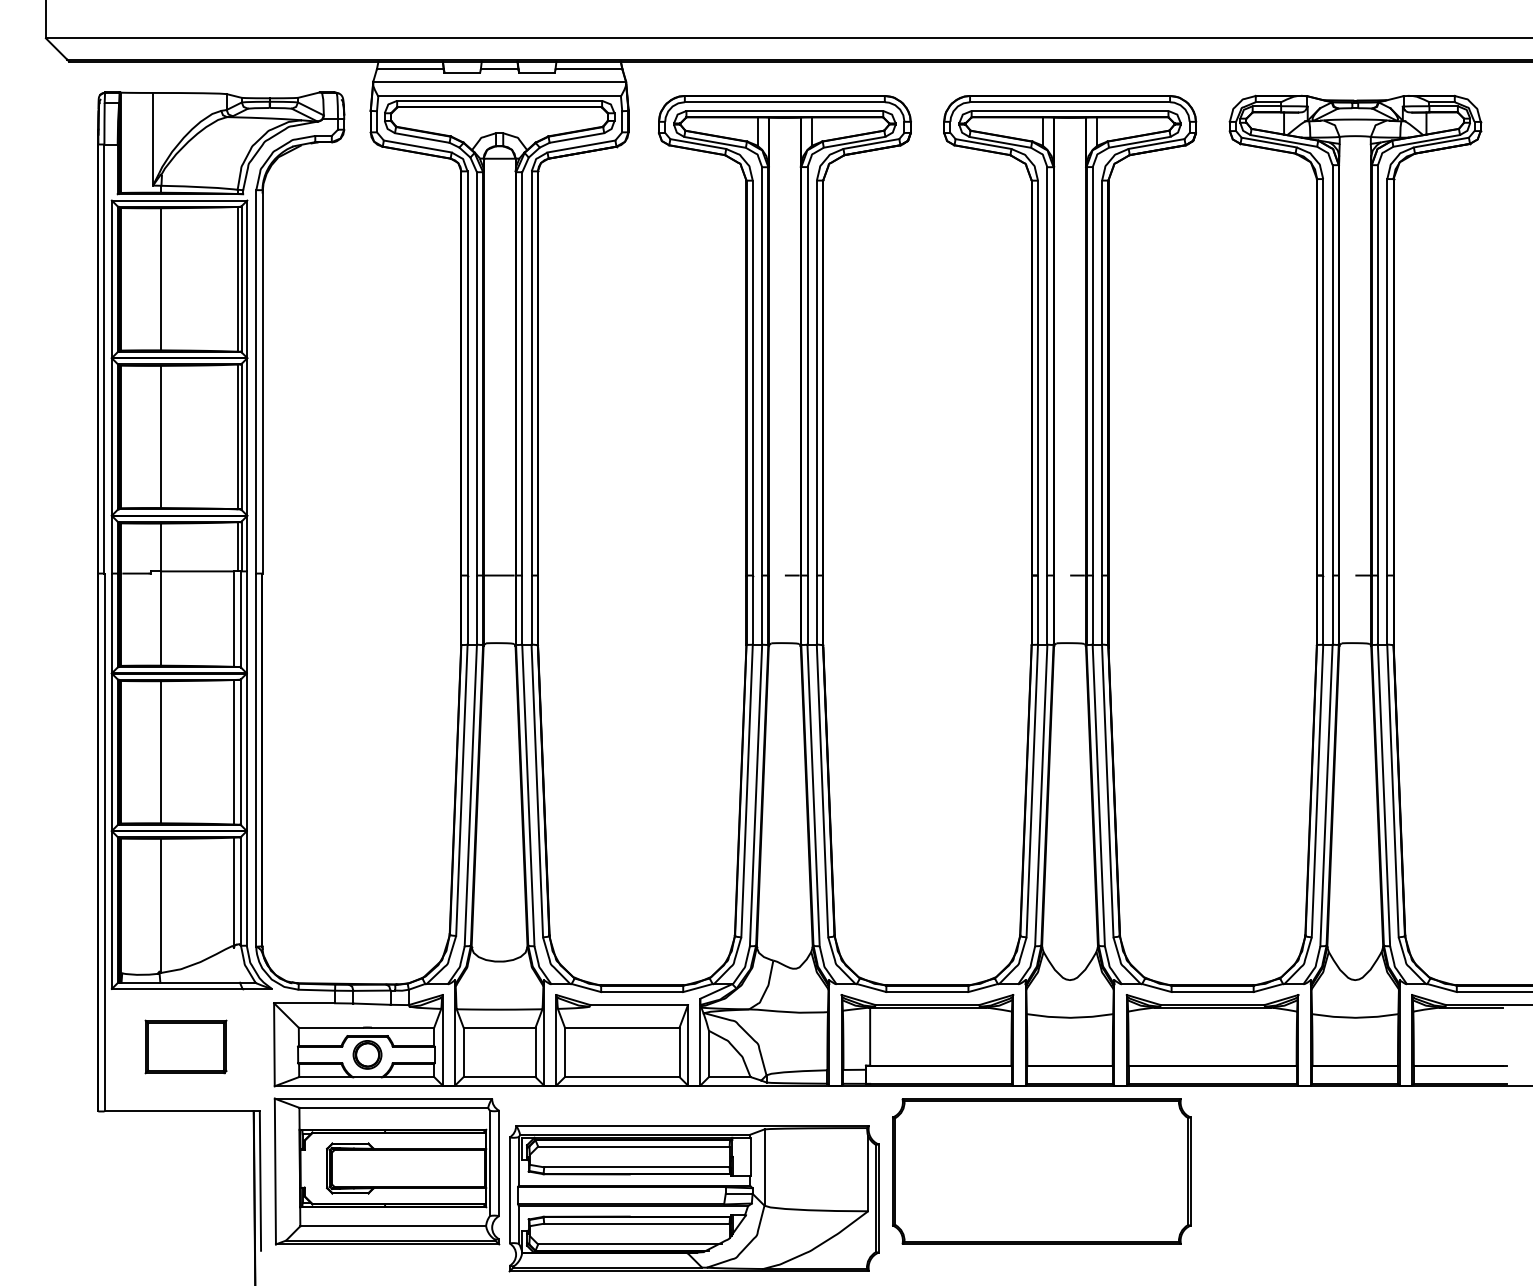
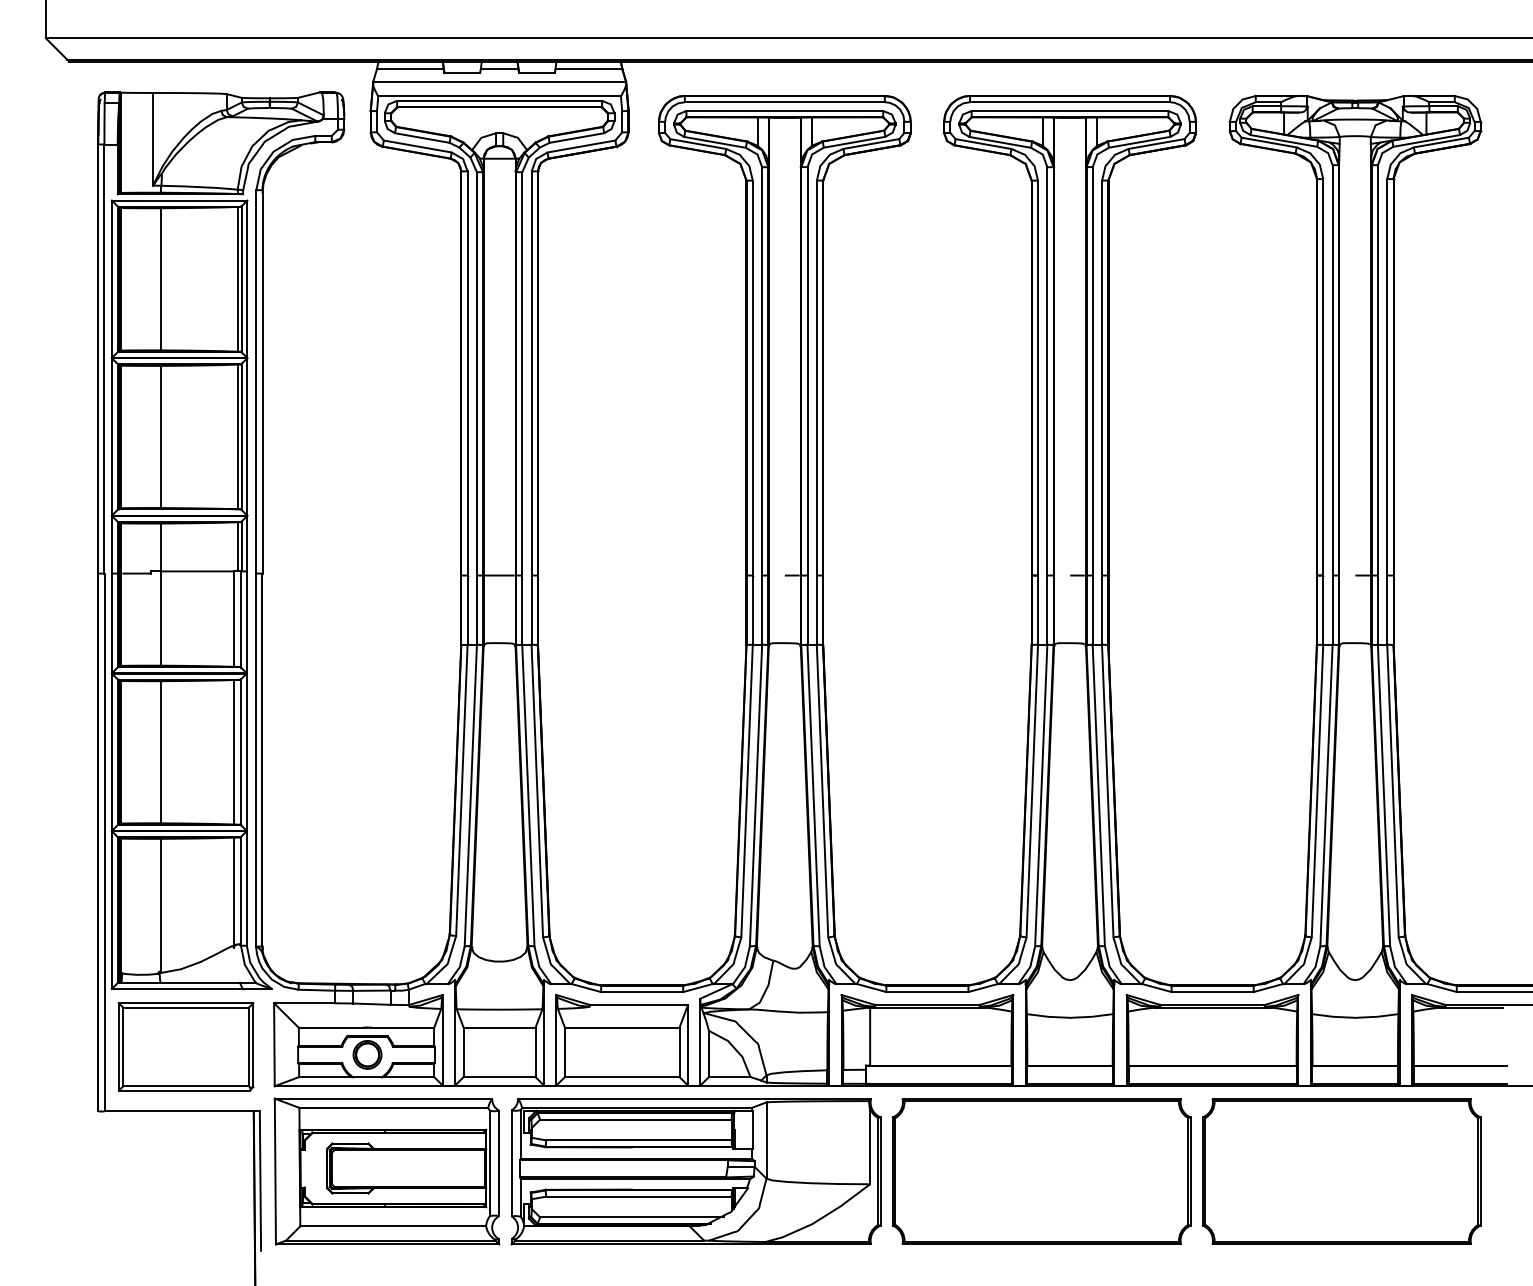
part at (185, 1046) size: 84x56 px -> 138x90 px
part at (1341, 1171): none -> present
part at (693, 1198) position: (693, 1198) -> (695, 1171)
